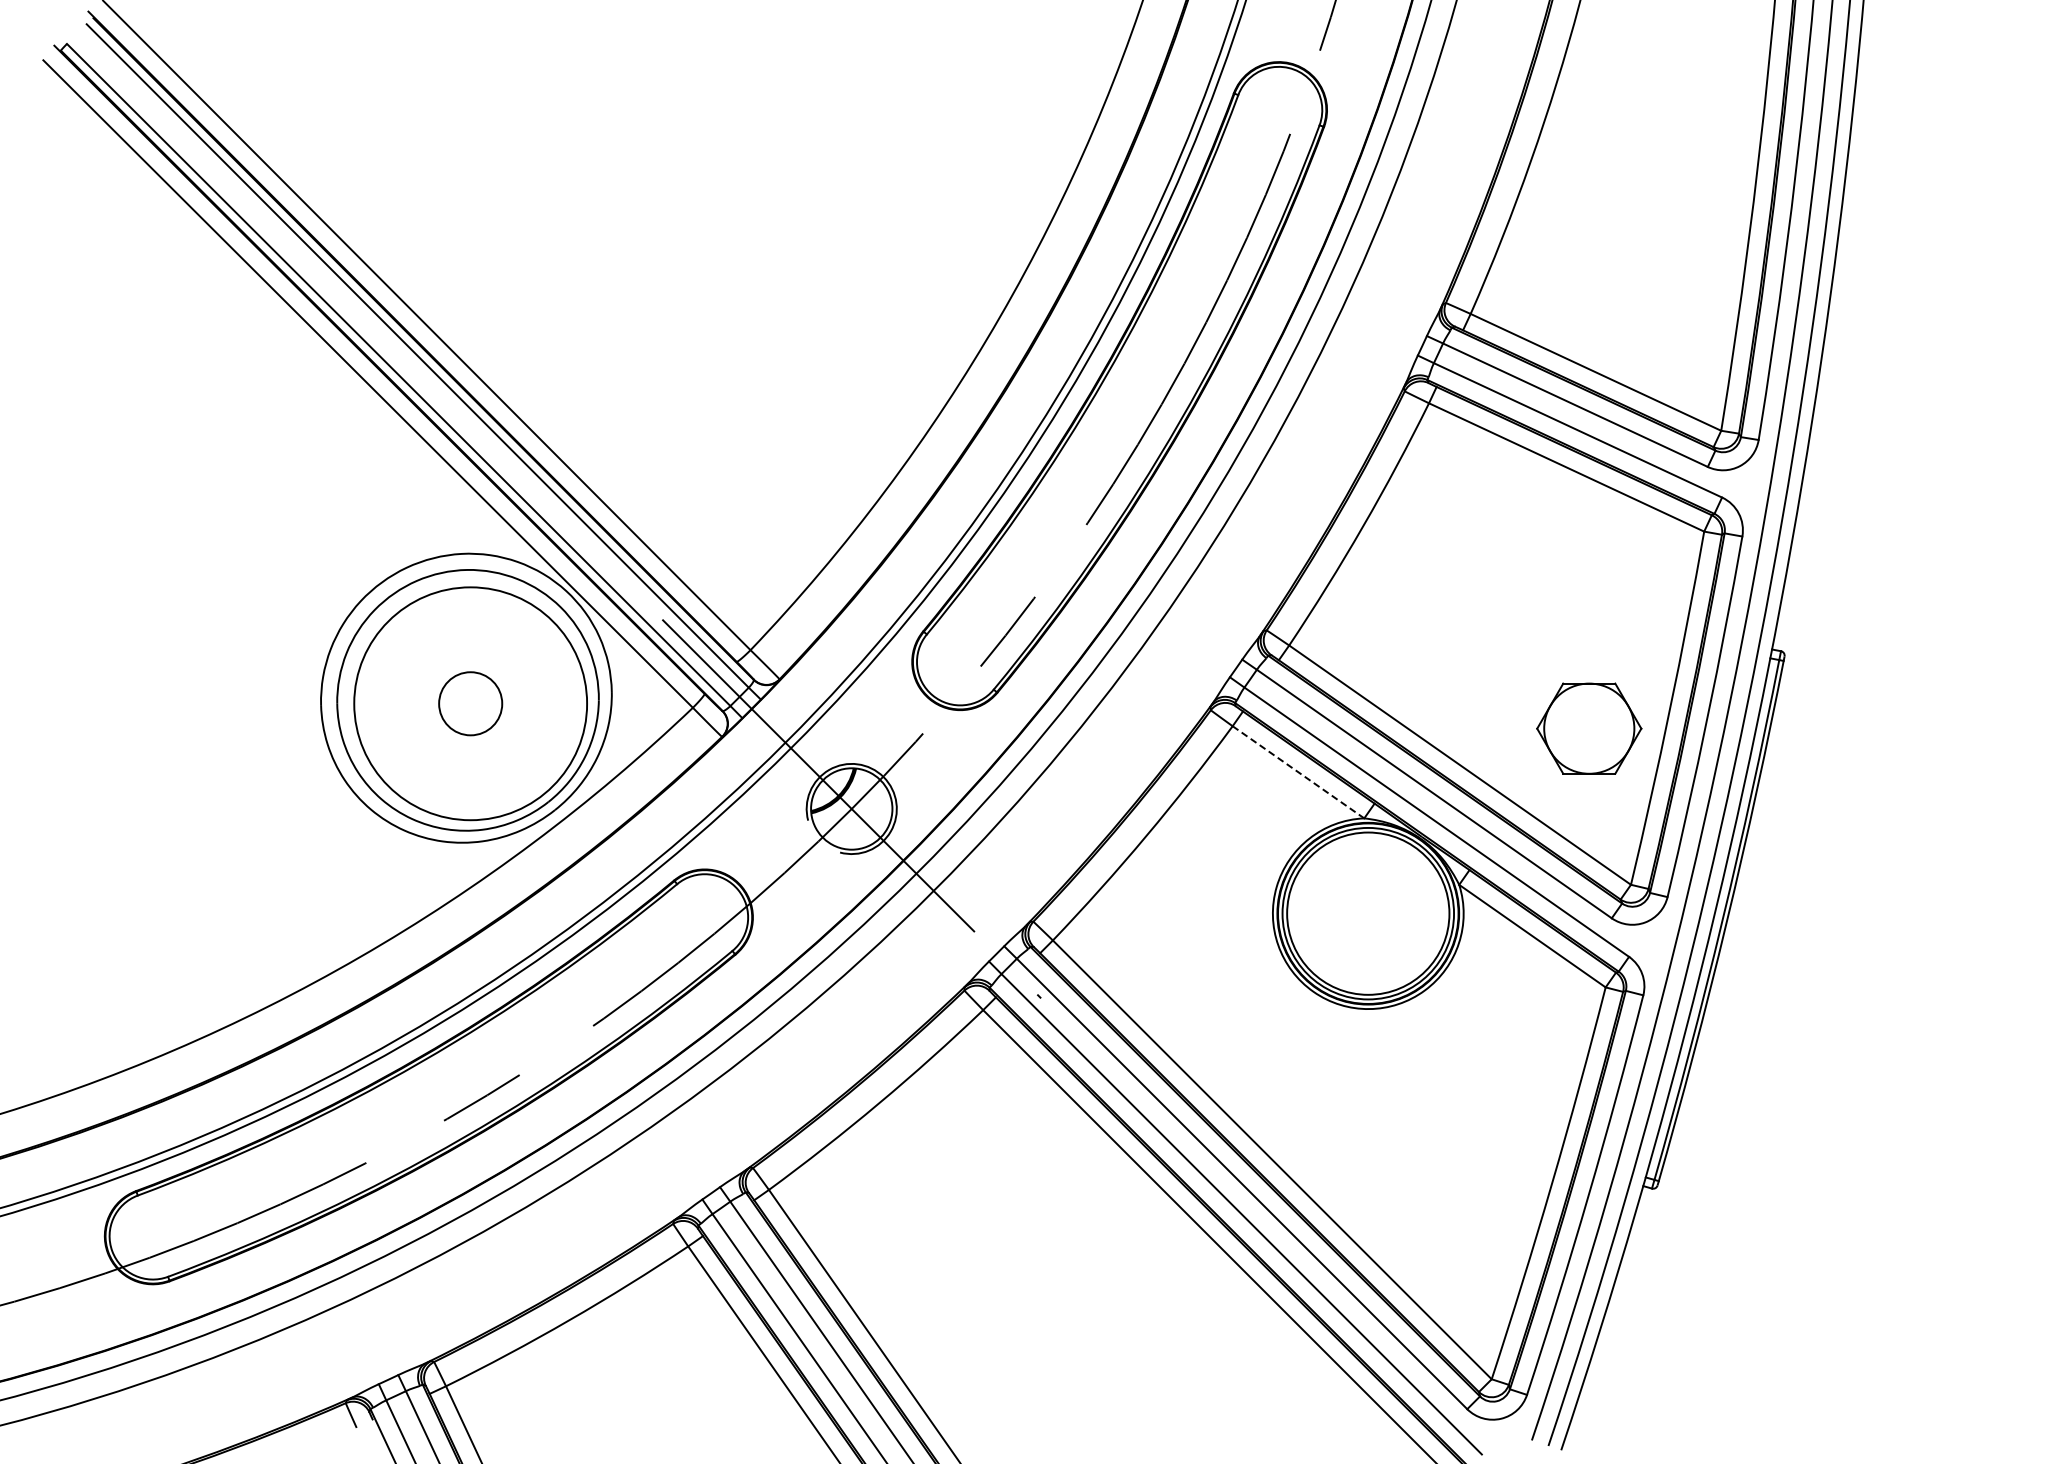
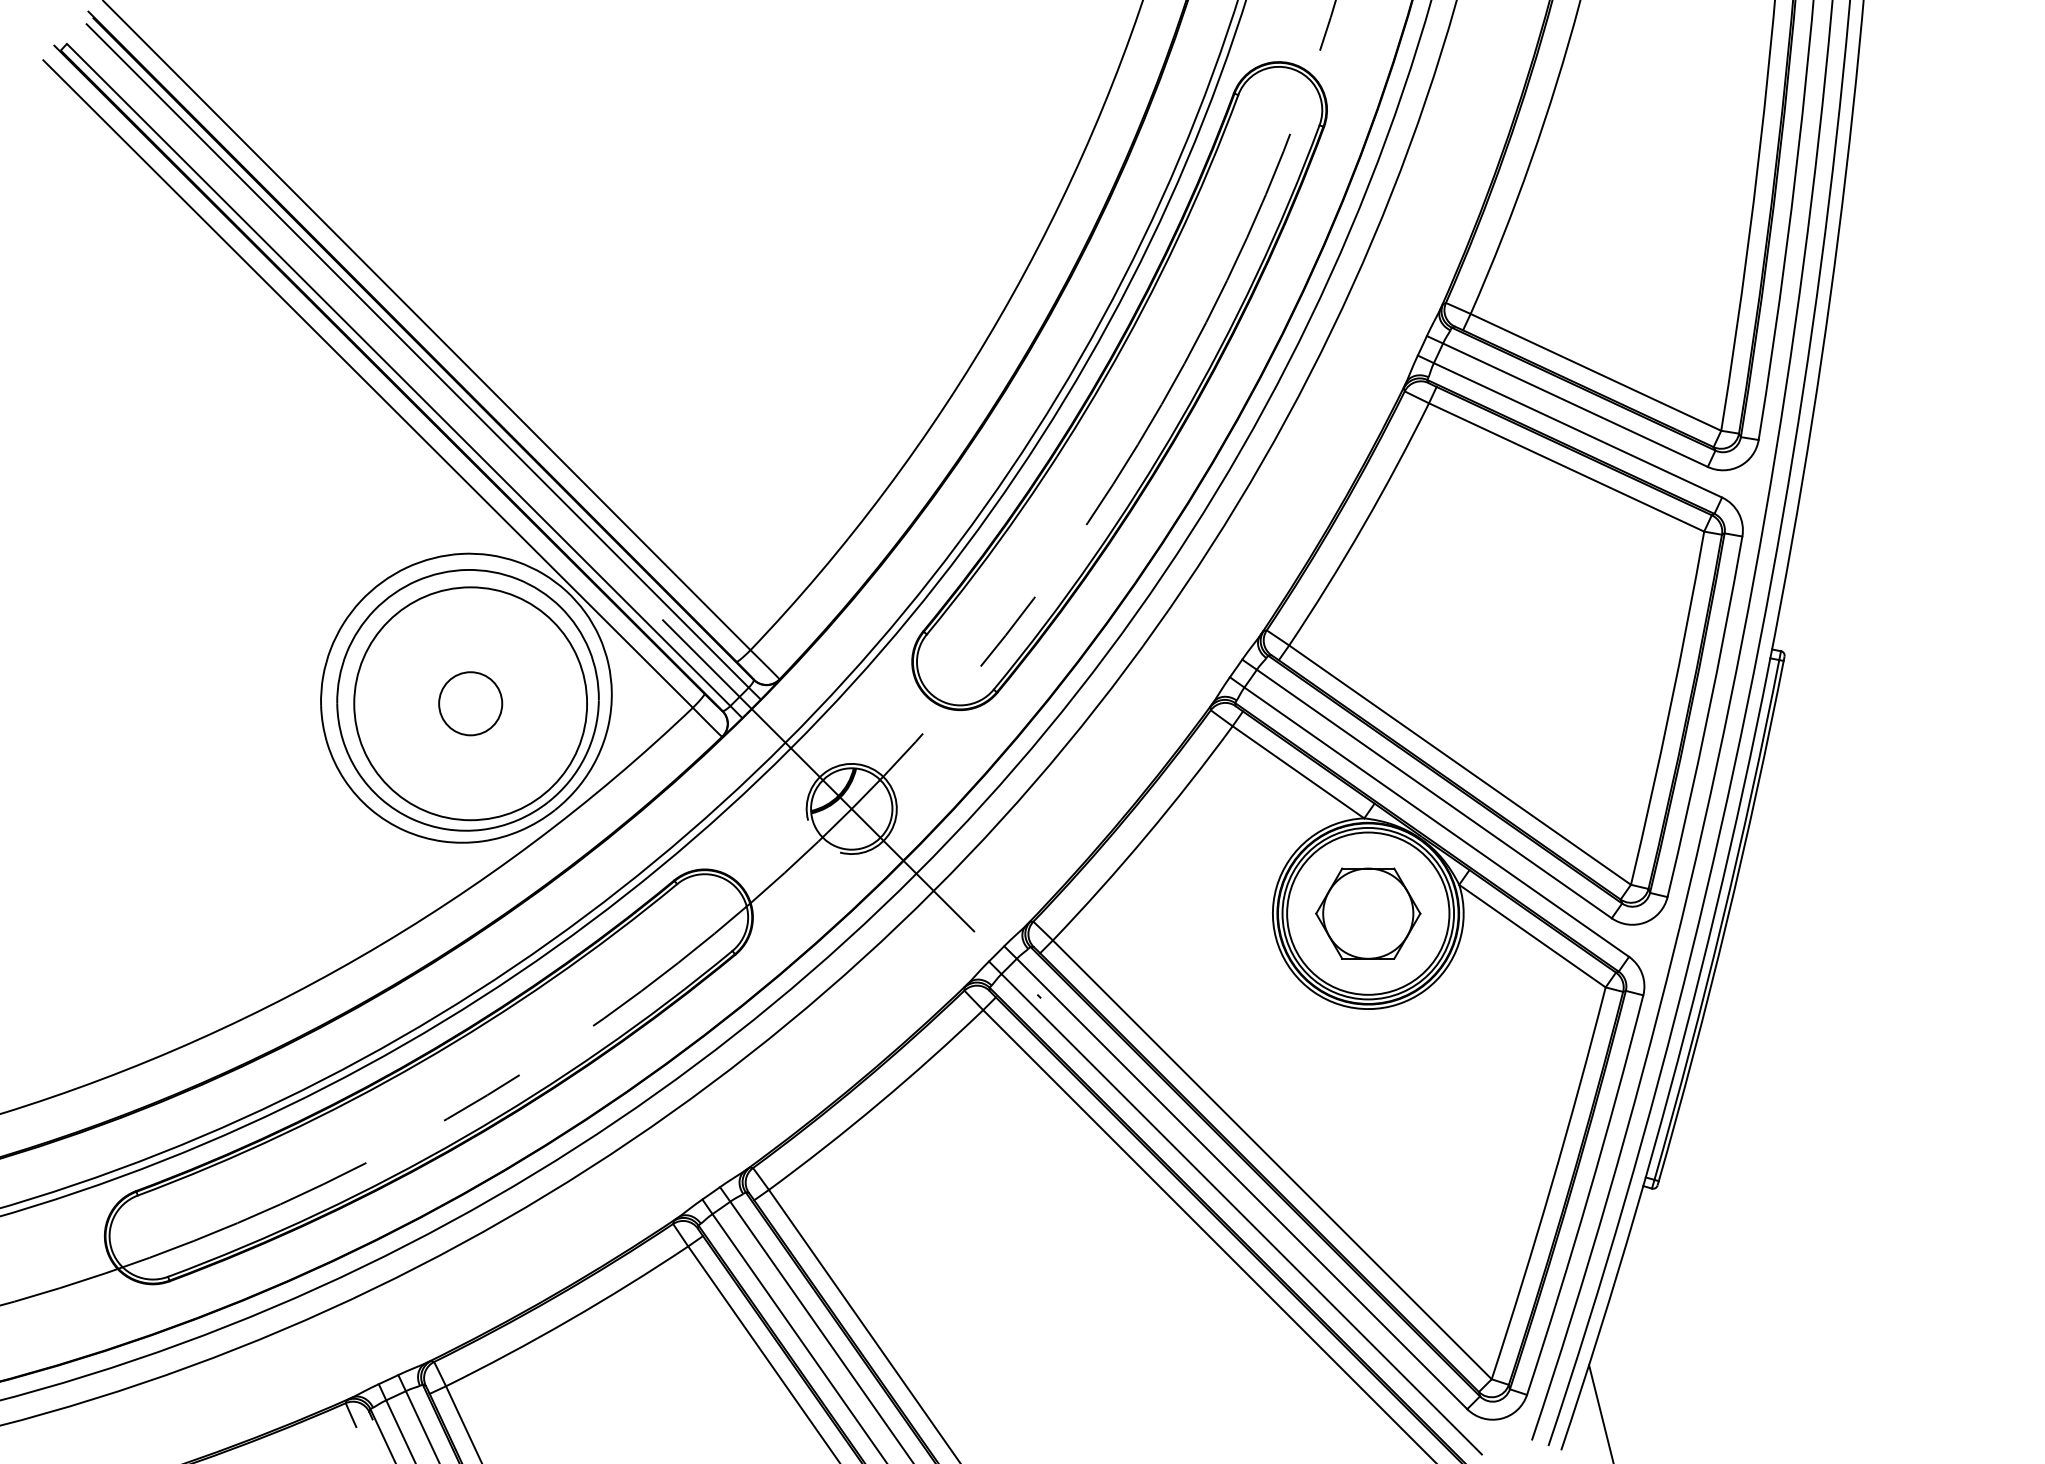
part at (1589, 728) position: (1589, 728) -> (1368, 913)
line at (1298, 772): dashed -> solid
line at (1600, 1412): none -> present
